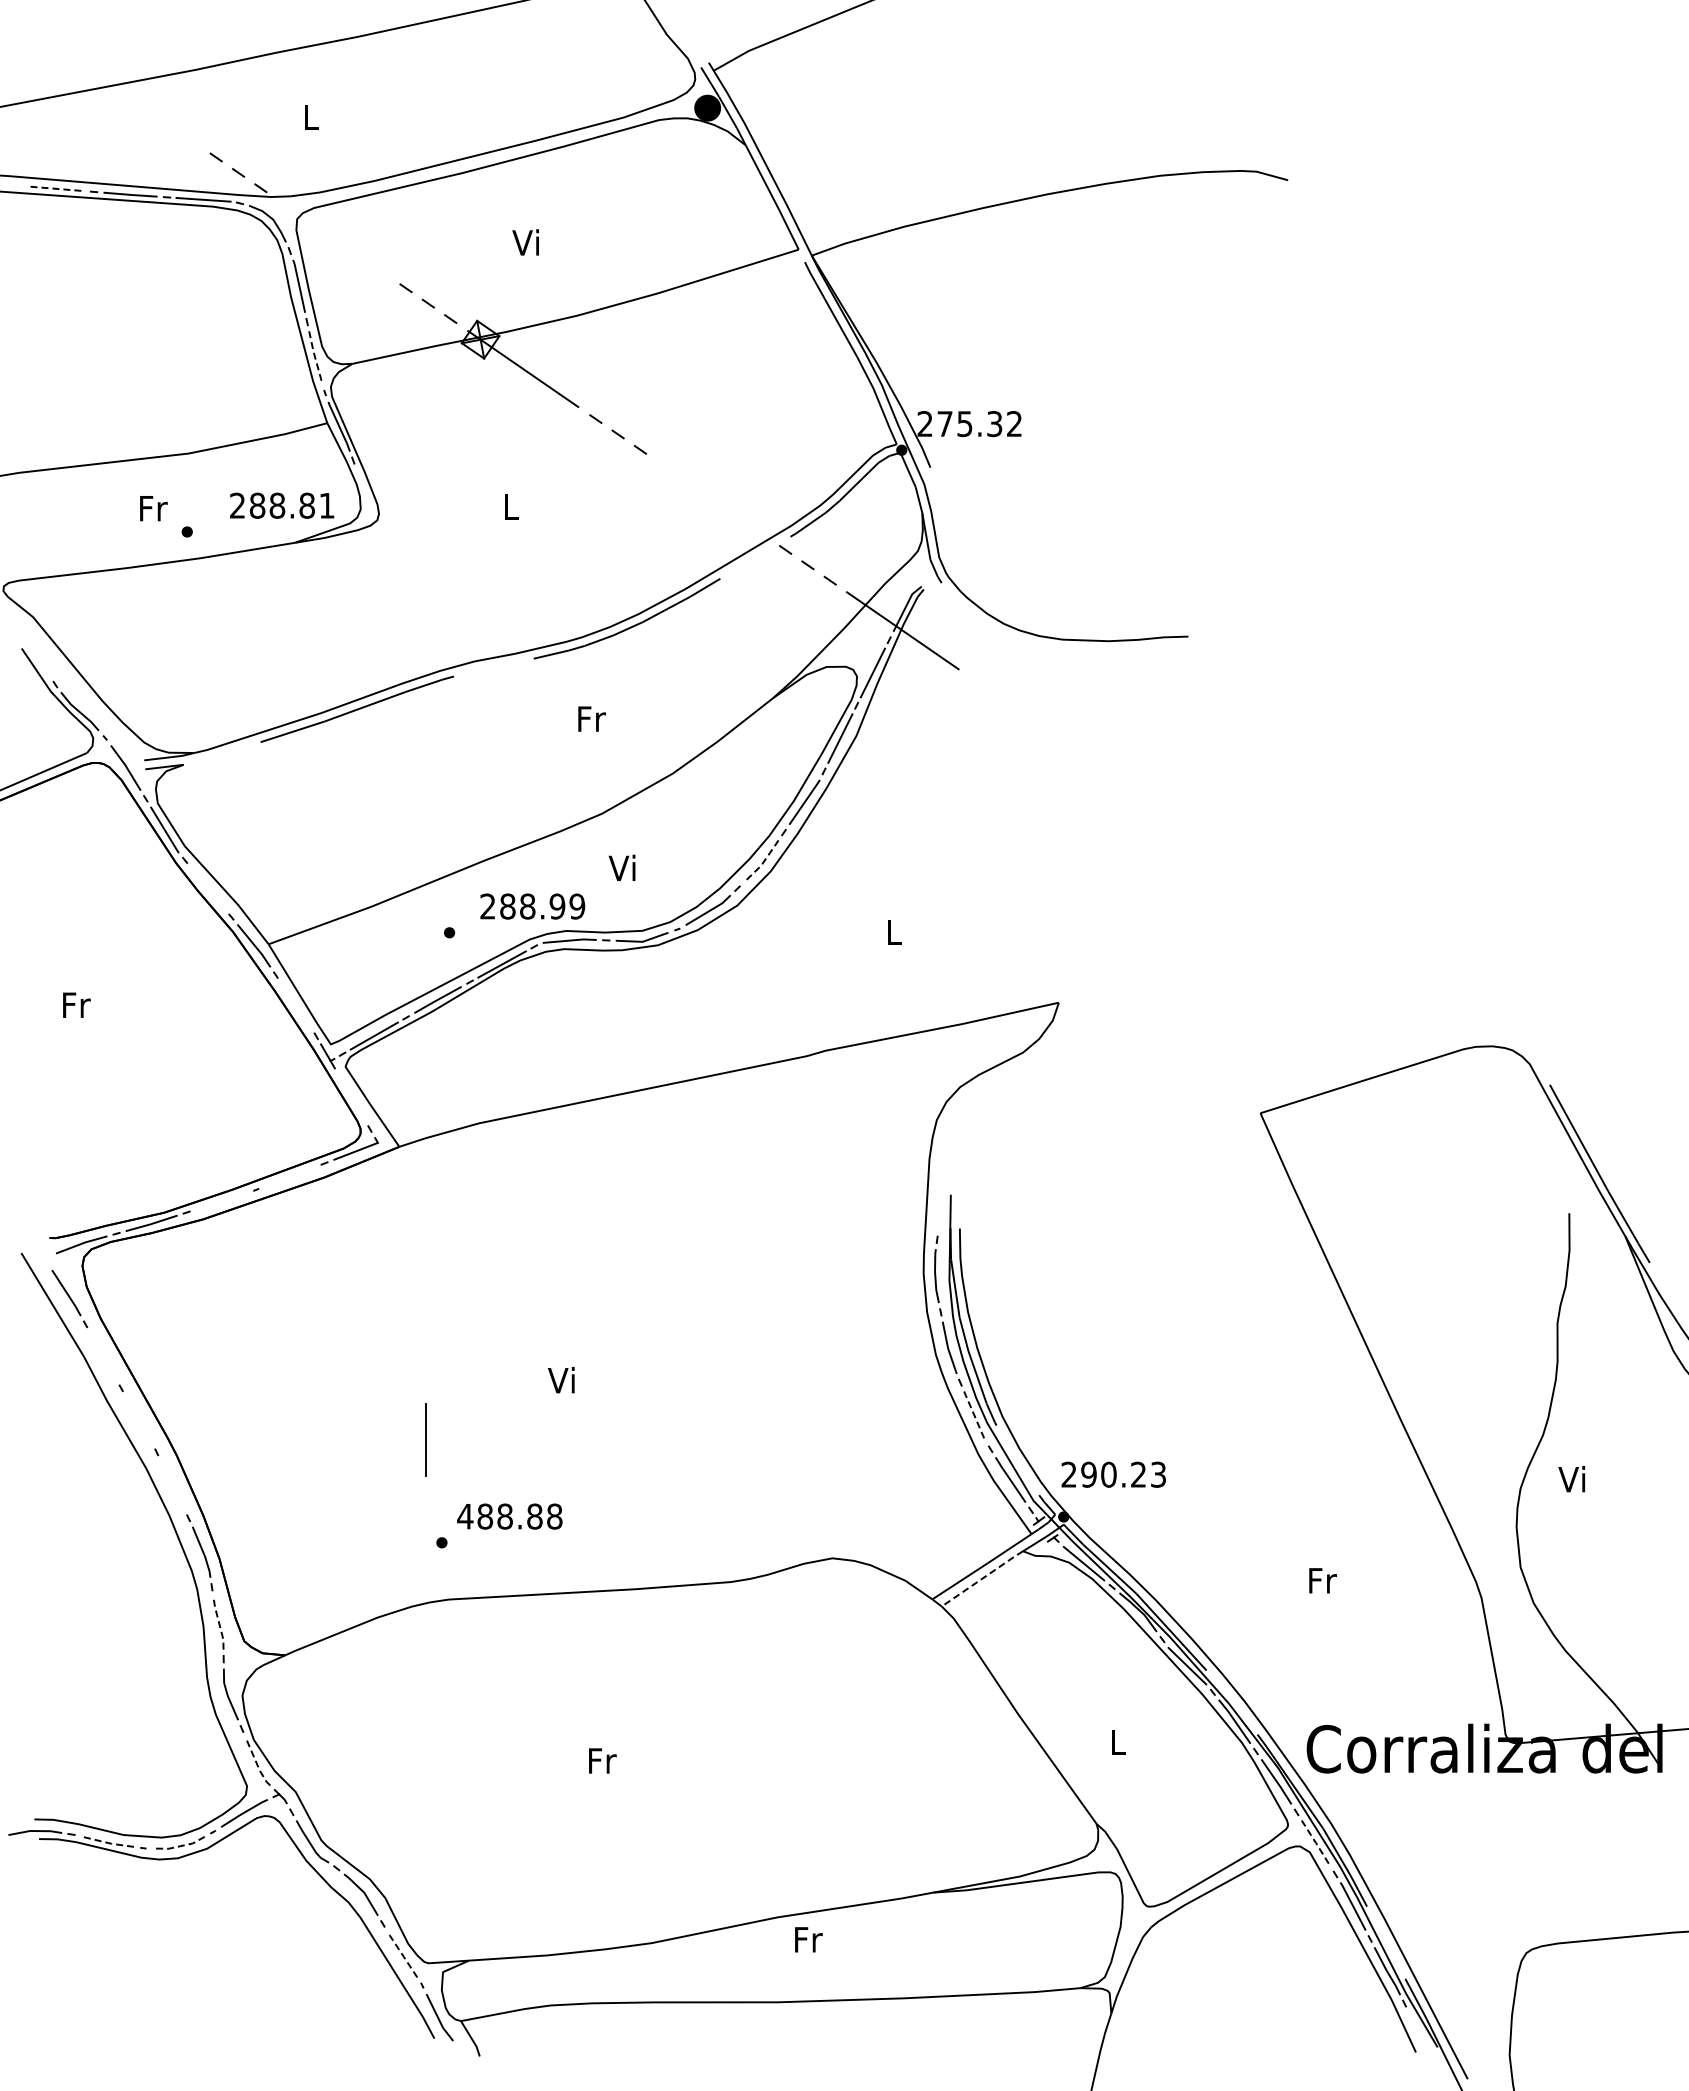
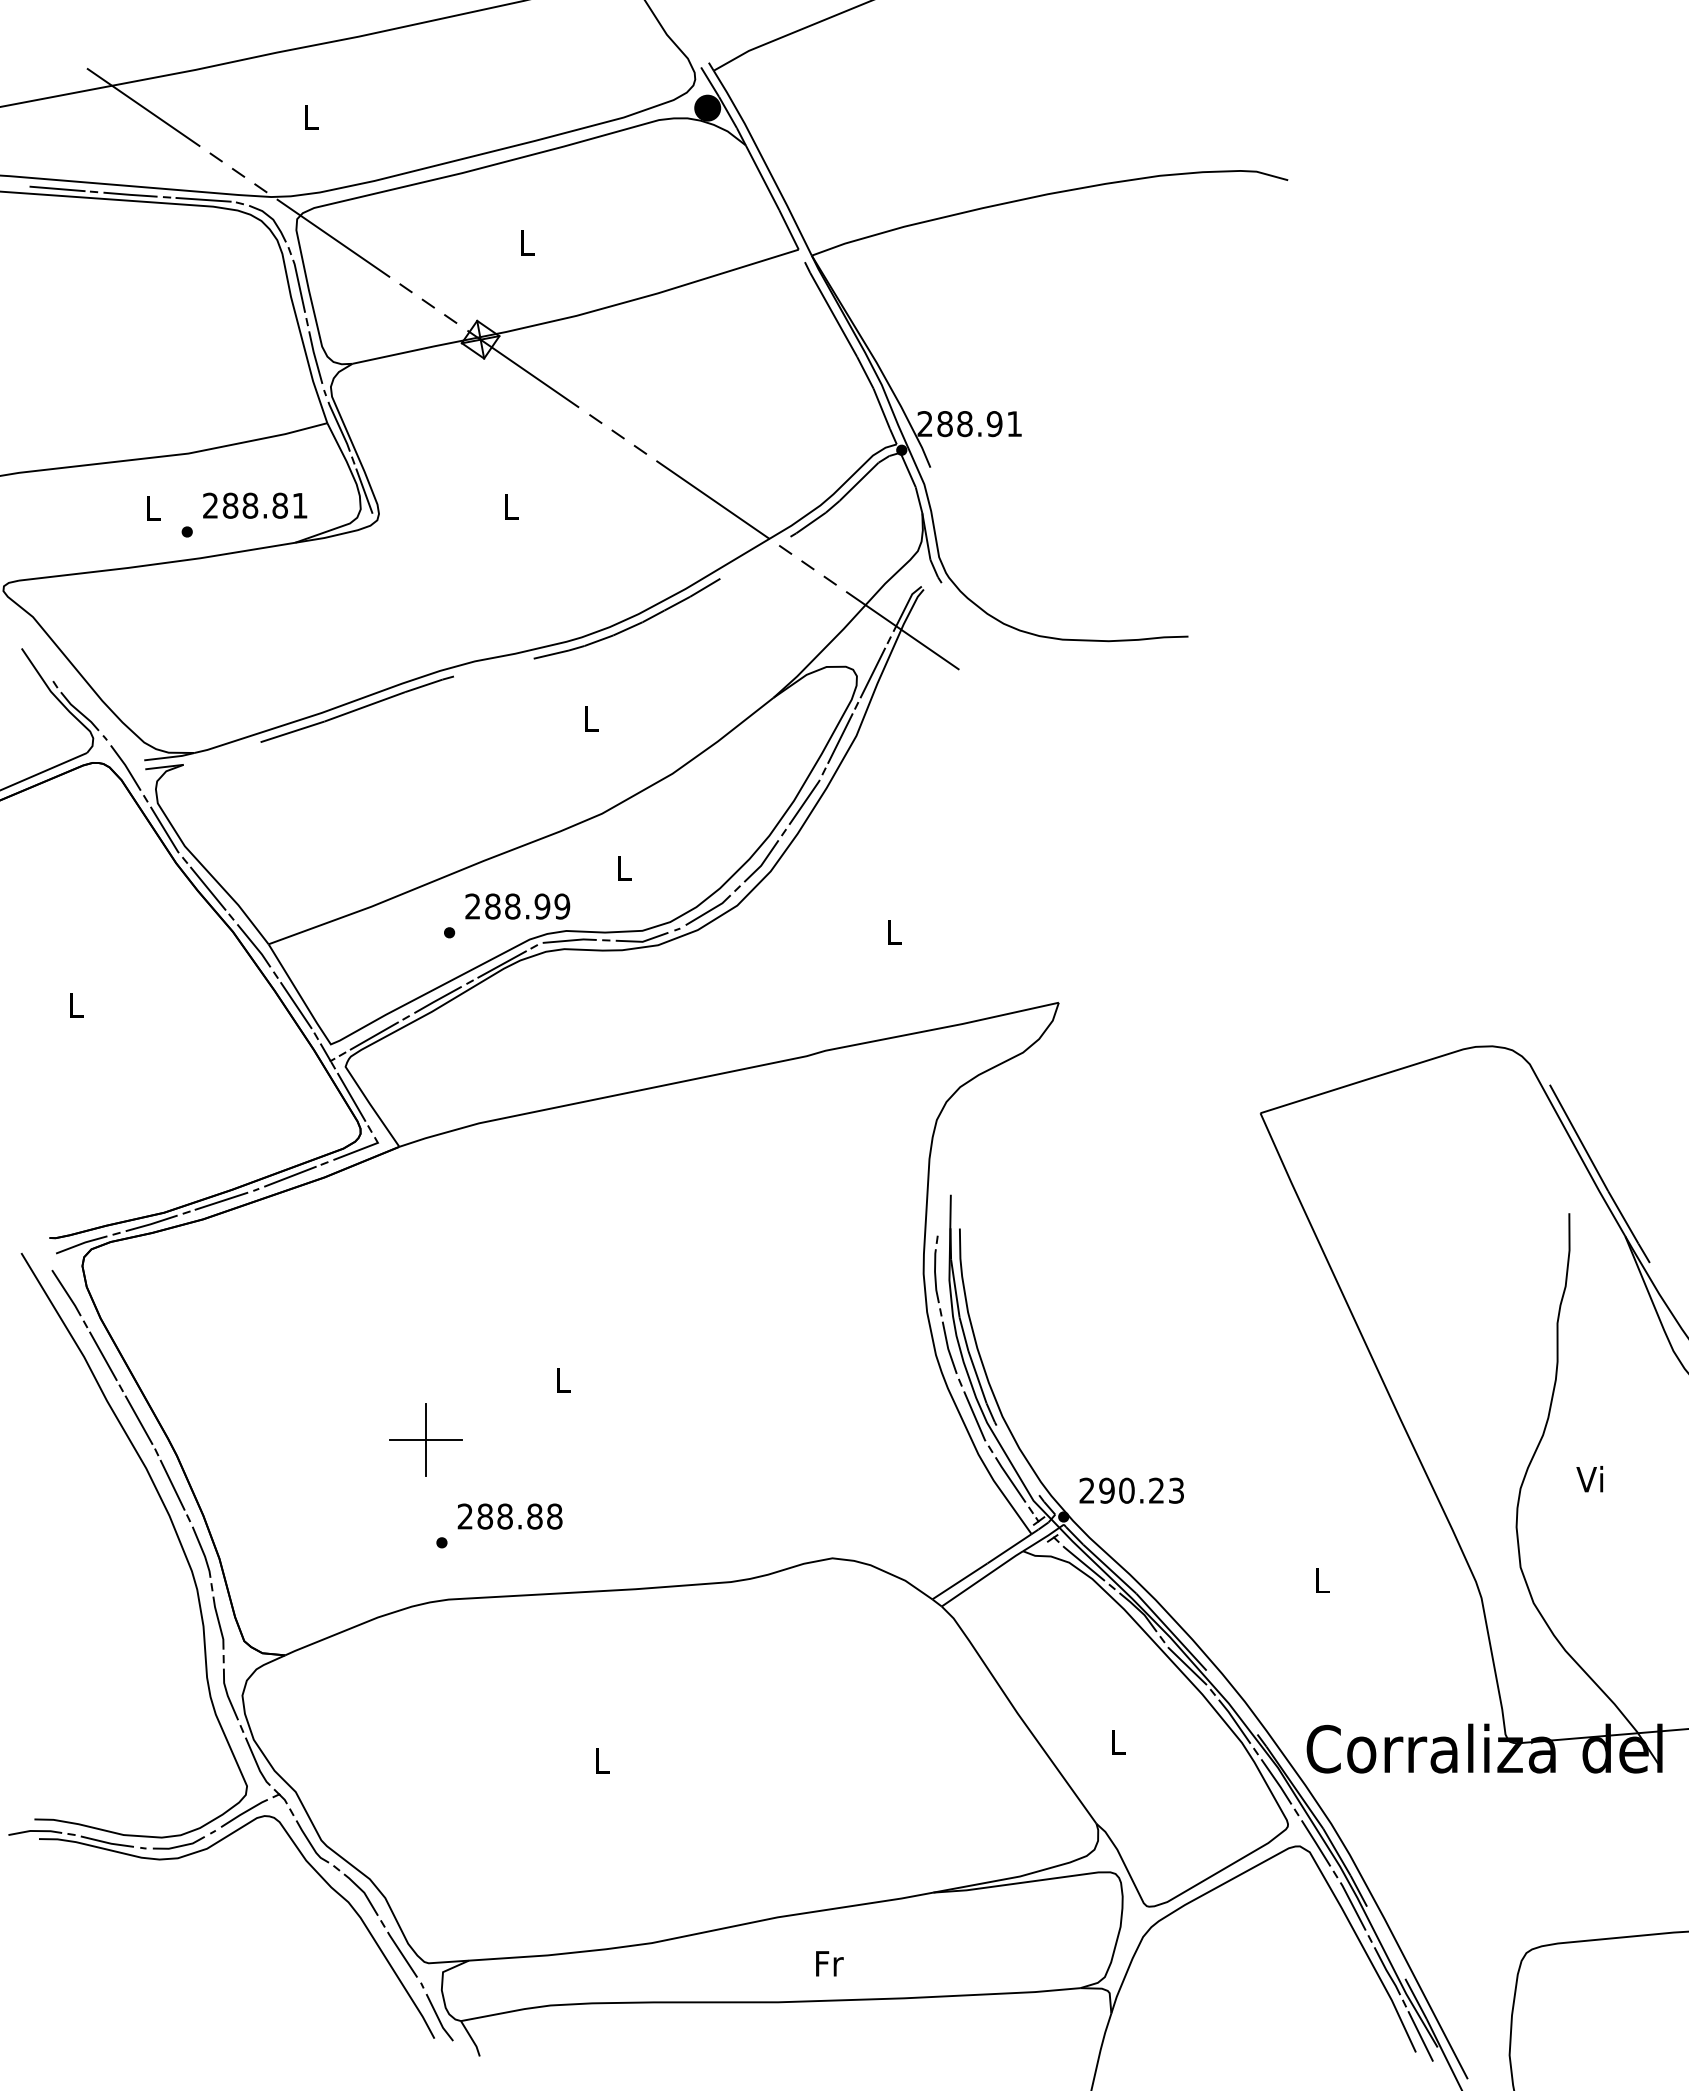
line at (143, 107): none -> present
line at (58, 188): dashed -> solid
line at (333, 237): none -> present
text at (525, 242): Vi -> L
line at (315, 357): dashed -> solid
text at (979, 424): 275.32 -> 288.91
line at (364, 490): none -> present
line at (712, 499): none -> present
text at (282, 505) position: (282, 505) -> (255, 505)
text at (153, 508): Fr -> L
text at (591, 718): Fr -> L
line at (762, 863): dashed -> solid
text at (621, 867): Vi -> L
line at (208, 888): none -> present
text at (532, 906) position: (532, 906) -> (517, 906)
text at (76, 1004): Fr -> L
line at (296, 1005): none -> present
line at (351, 1096): none -> present
line at (290, 1176): none -> present
line at (221, 1200): none -> present
line at (103, 1356): none -> present
text at (561, 1380): Vi -> L
line at (975, 1417): dashed -> solid
line at (138, 1419): none -> present
line at (426, 1440): none -> present
text at (1113, 1474) position: (1113, 1474) -> (1131, 1490)
text at (1571, 1479) position: (1571, 1479) -> (1589, 1479)
line at (172, 1484): none -> present
text at (465, 1516): 488.88 -> 288.88
line at (982, 1578): dashed -> solid
text at (1322, 1580): Fr -> L
line at (219, 1623): dashed -> solid
text at (602, 1760): Fr -> L
line at (256, 1763): dashed -> solid
line at (107, 1842): dashed -> solid
line at (1316, 1843): dashed -> solid
line at (179, 1846): dashed -> solid
text at (808, 1939) position: (808, 1939) -> (829, 1963)
line at (402, 1954): dashed -> solid
line at (1420, 2036): none -> present
